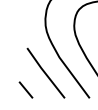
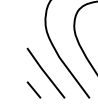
line at (25, 89) position: (25, 89) -> (33, 89)
